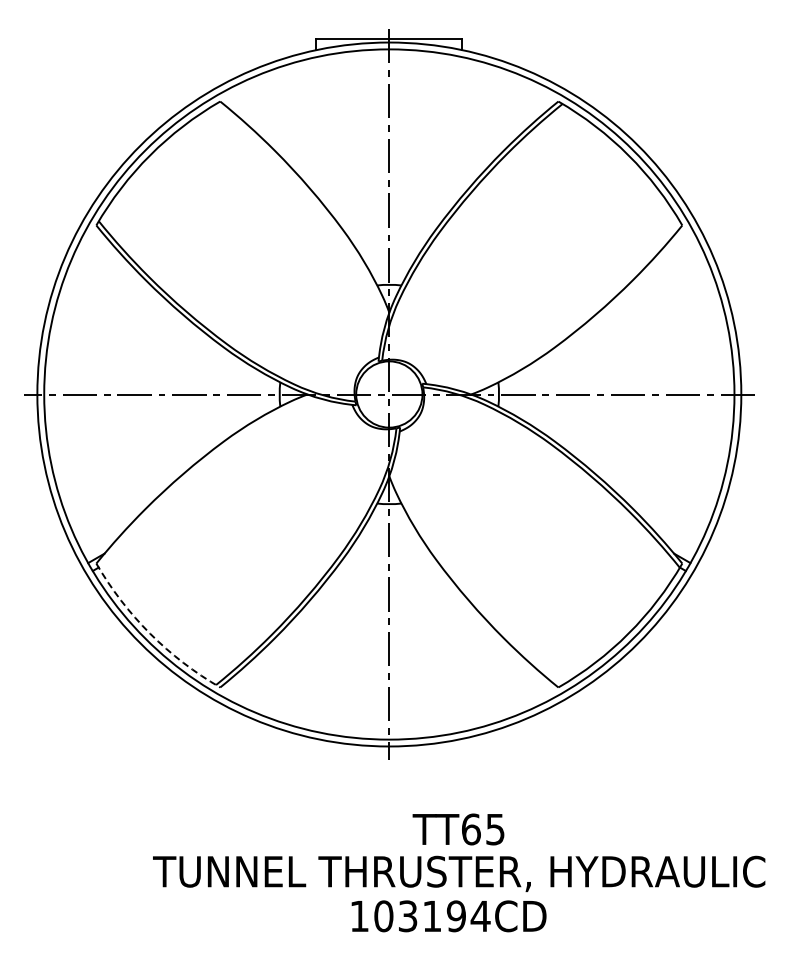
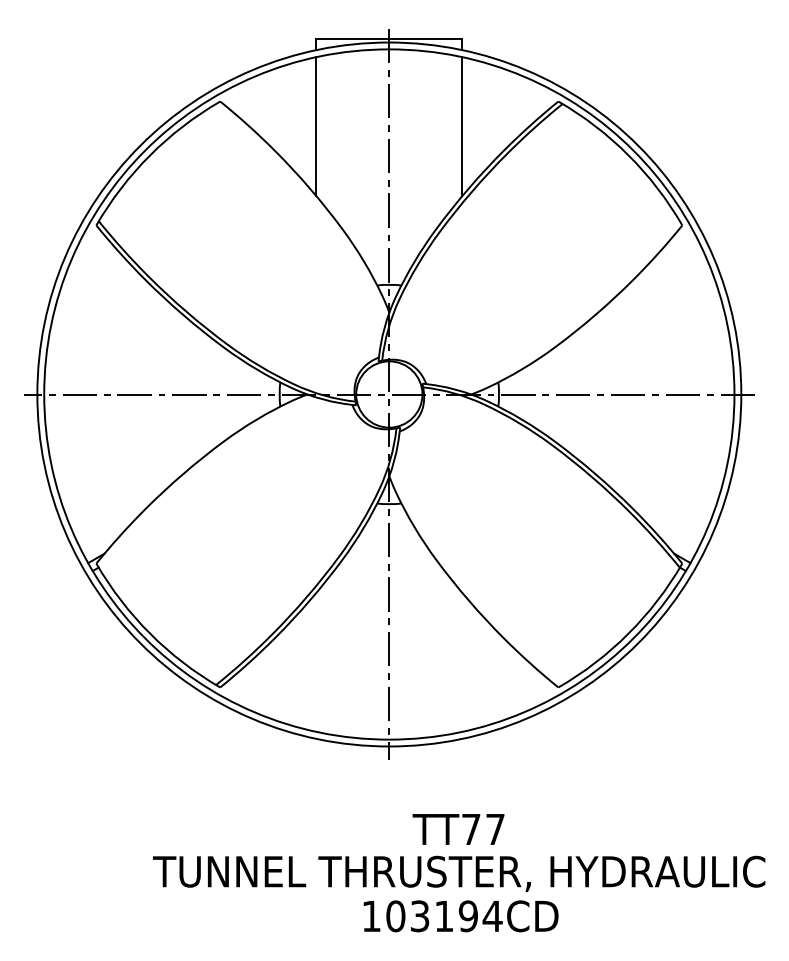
line at (316, 126): none -> present
line at (462, 126): none -> present
arc at (150, 633): dashed -> solid
text at (483, 829): TT65 -> TT77
text at (448, 916) position: (448, 916) -> (460, 916)
